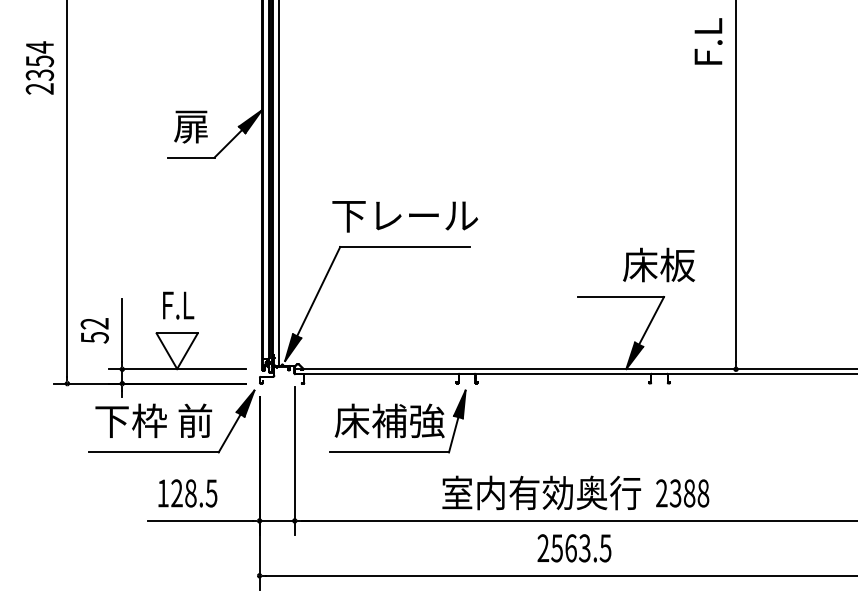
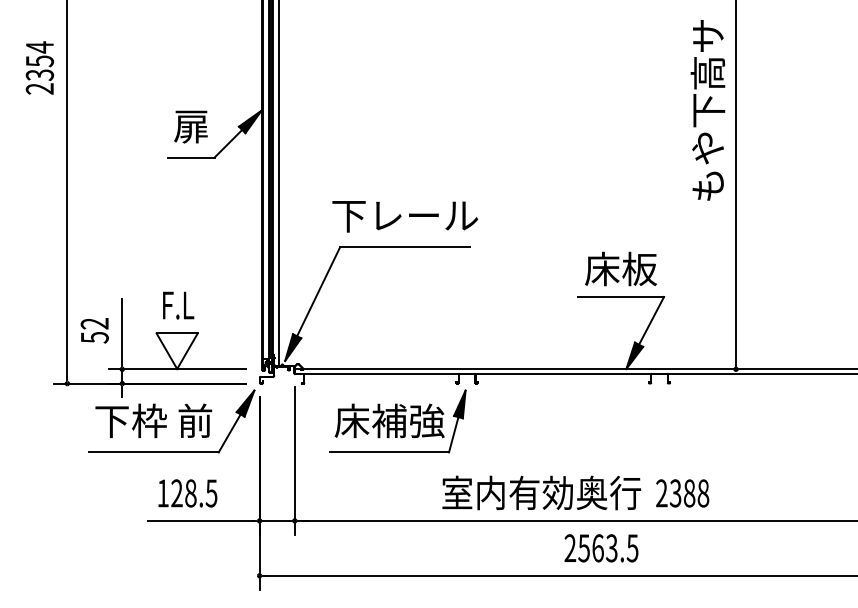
text at (707, 109): F.L -> もや下高サ
text at (658, 264) position: (658, 264) -> (620, 268)
text at (574, 548) position: (574, 548) -> (601, 548)
